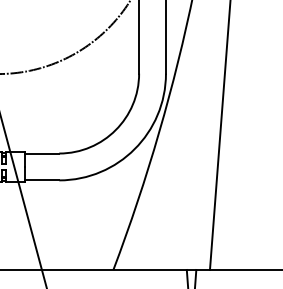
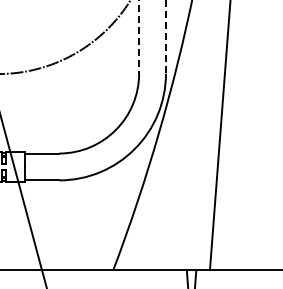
line at (165, 36): solid -> dashed
line at (139, 37): solid -> dashed
